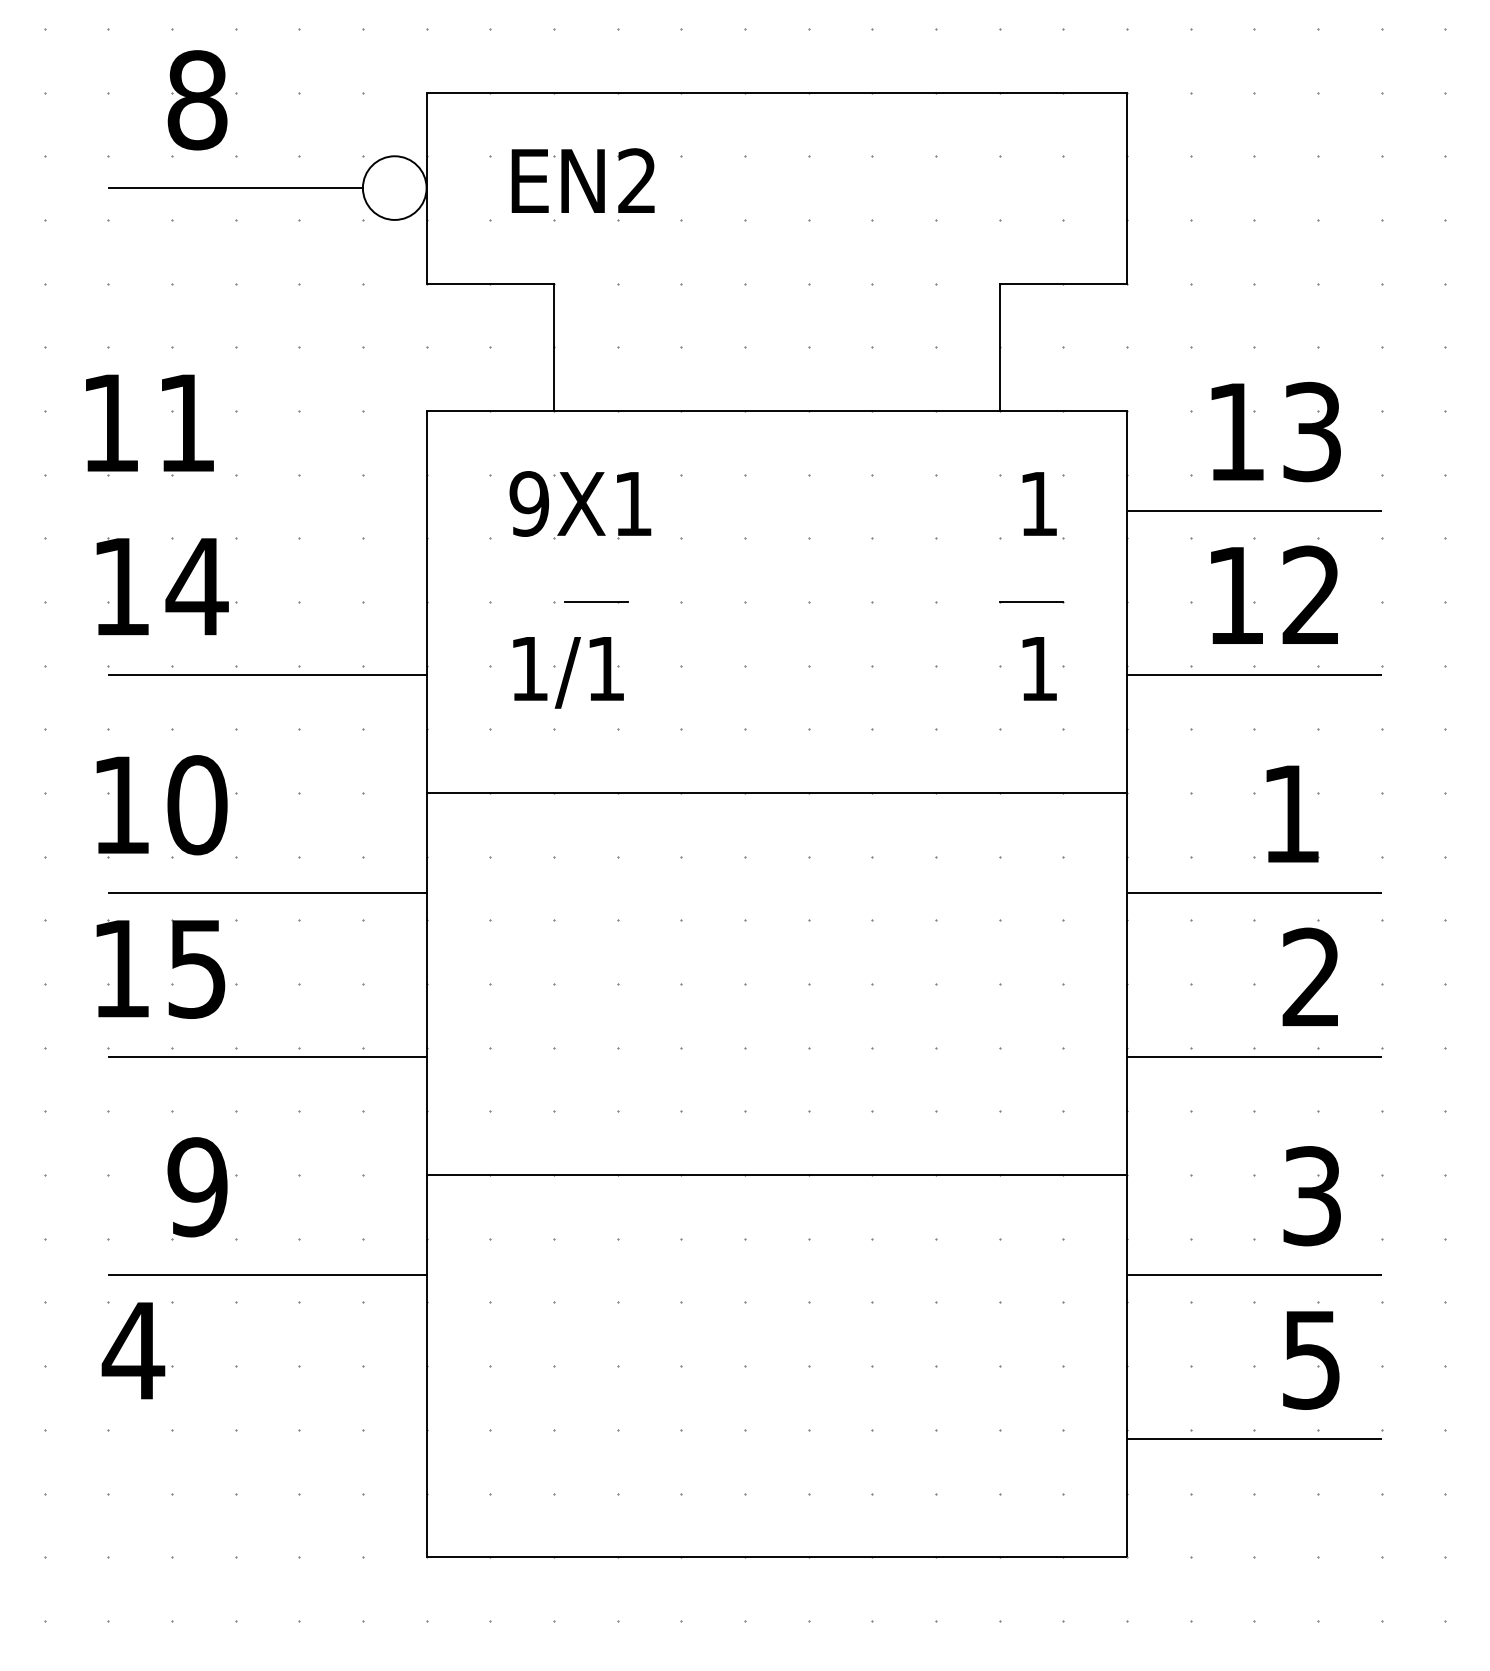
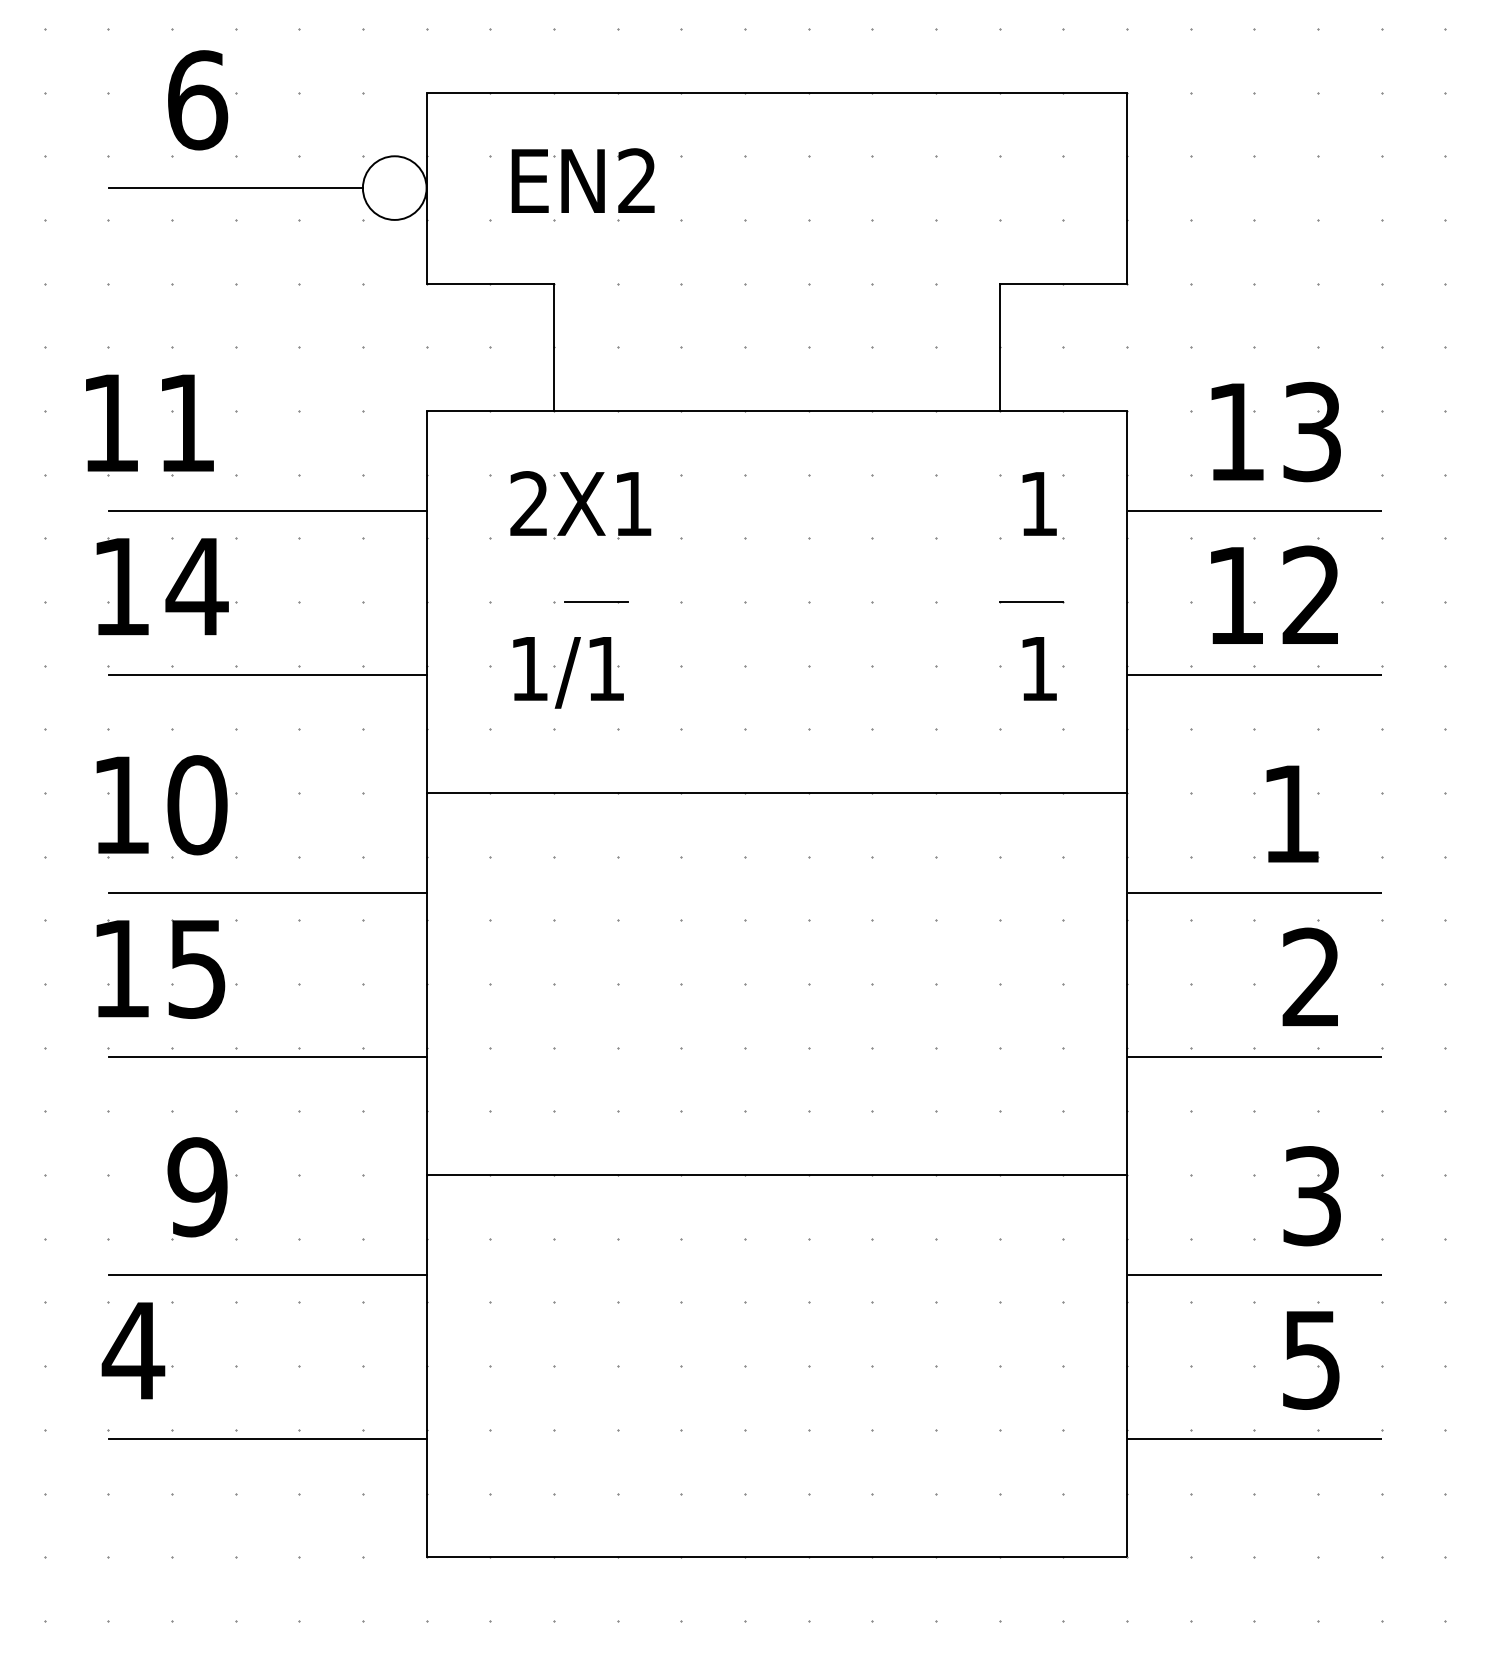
text at (197, 100): 8 -> 6
text at (529, 503): 9X1 -> 2X1
line at (267, 510): none -> present
line at (267, 1438): none -> present
